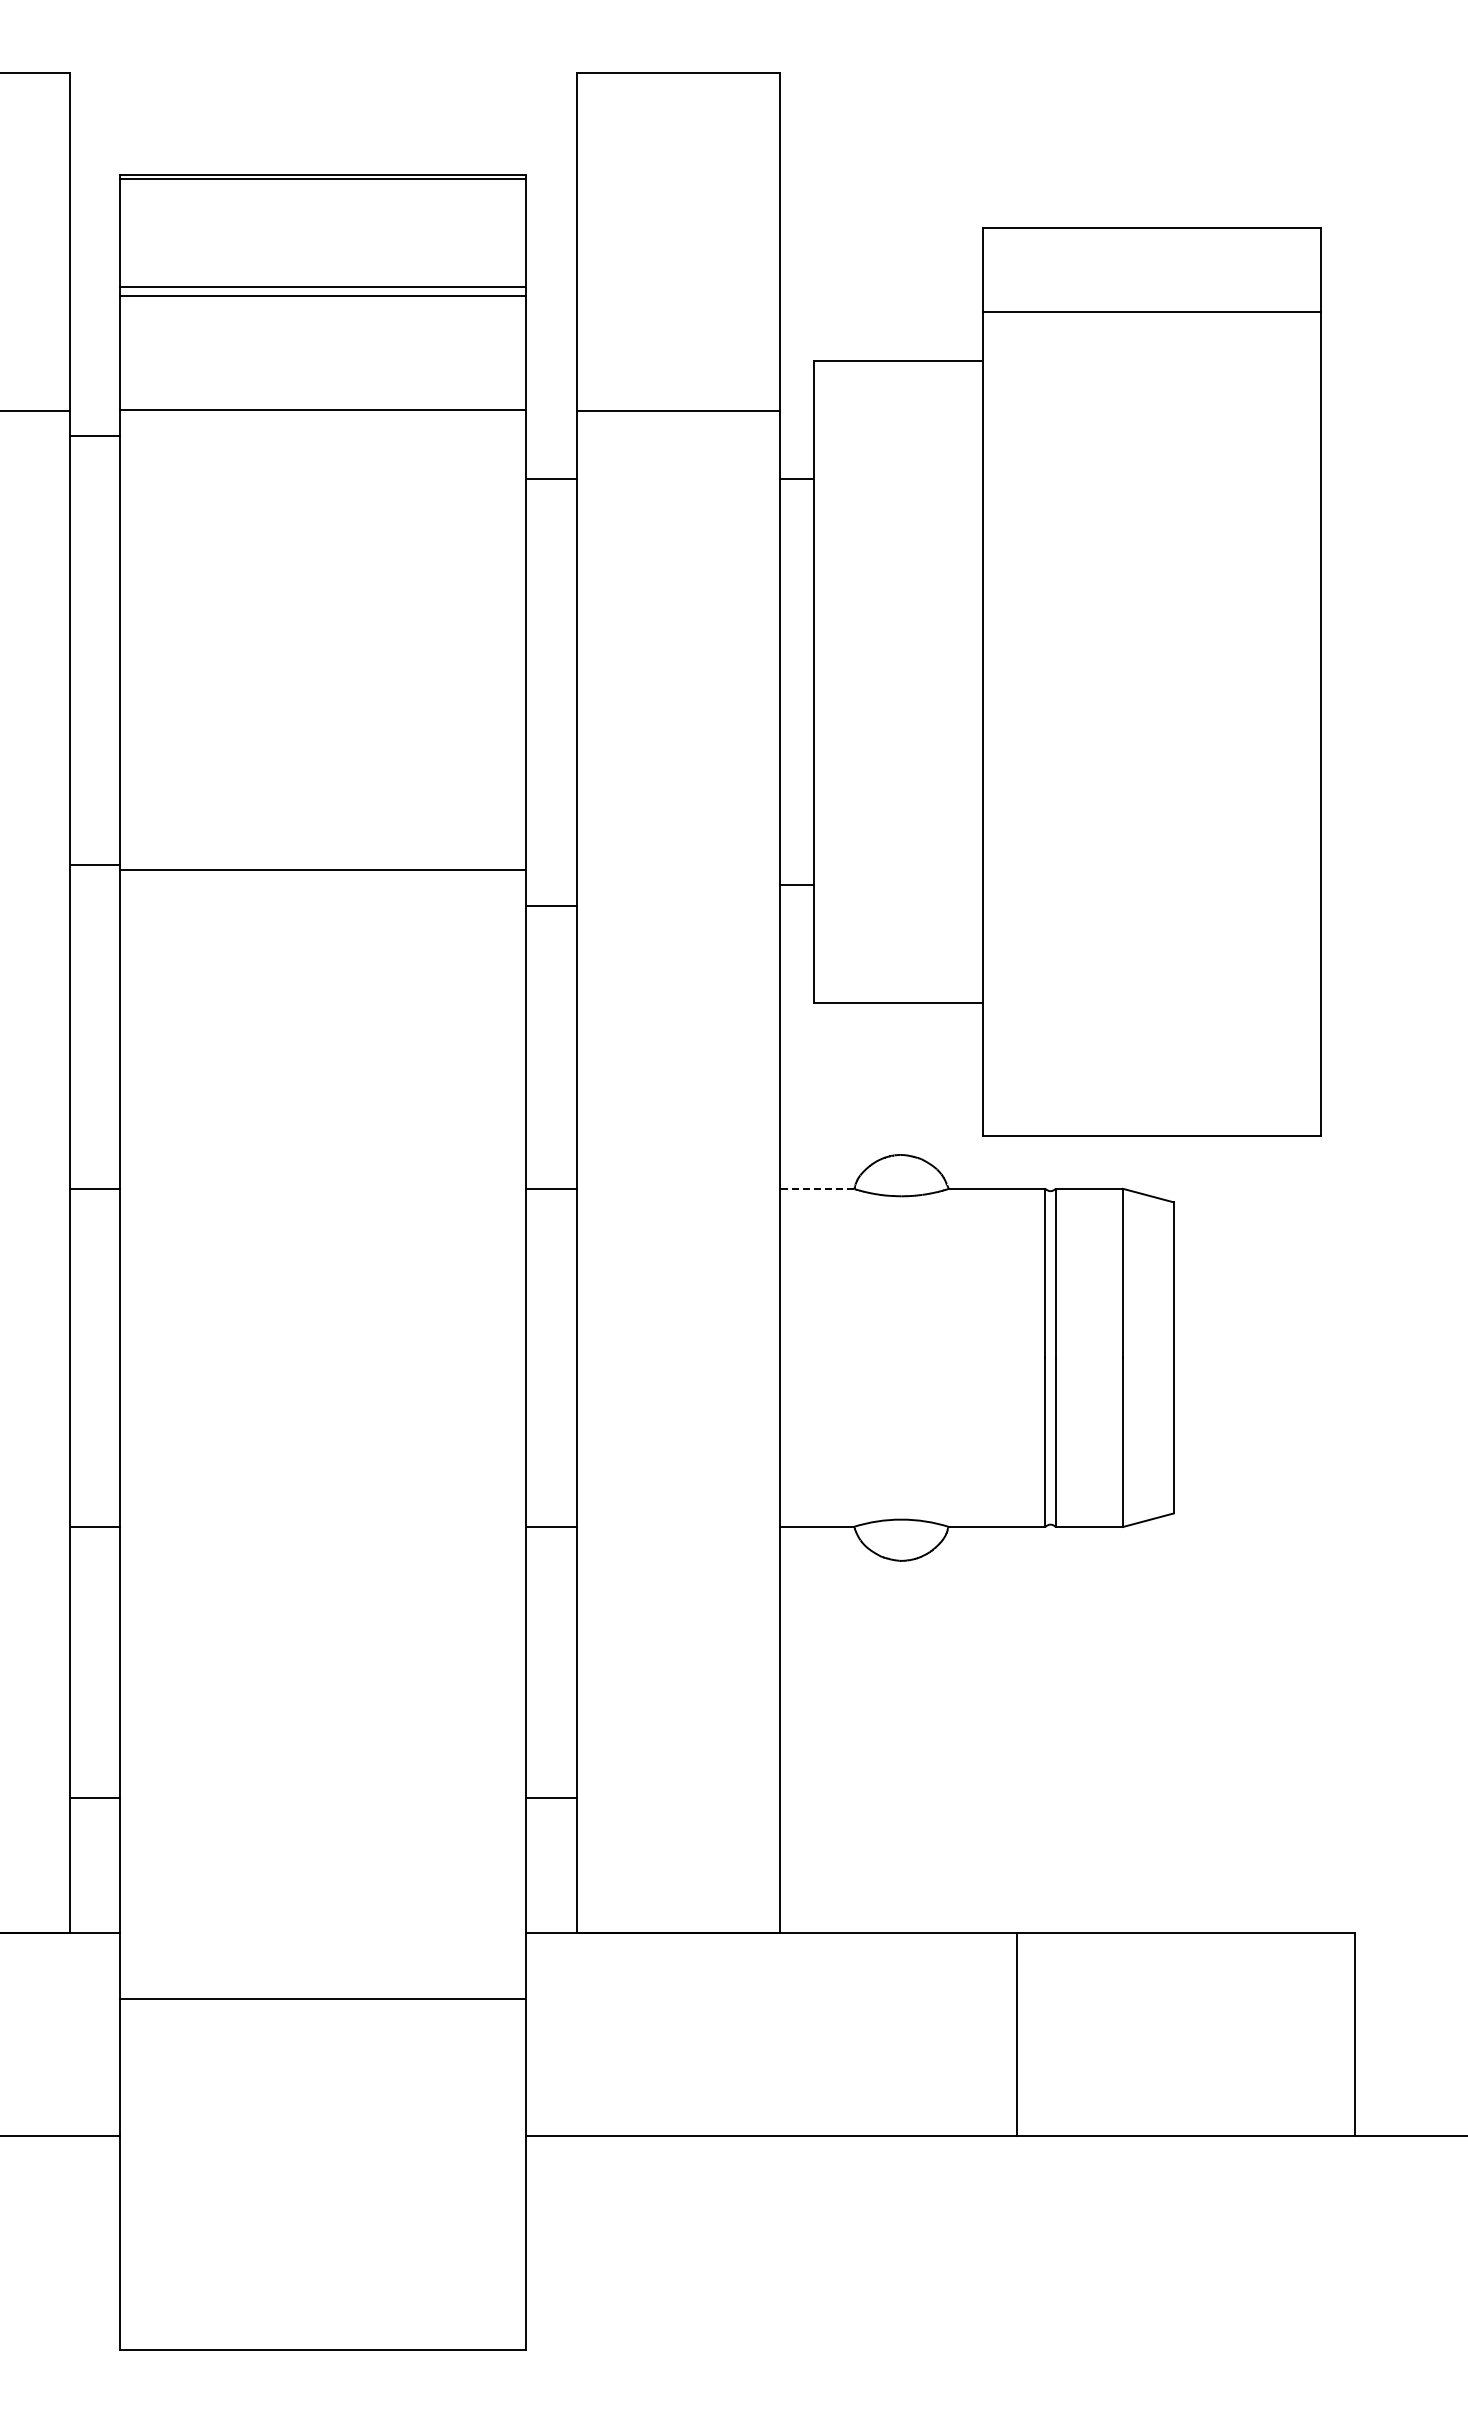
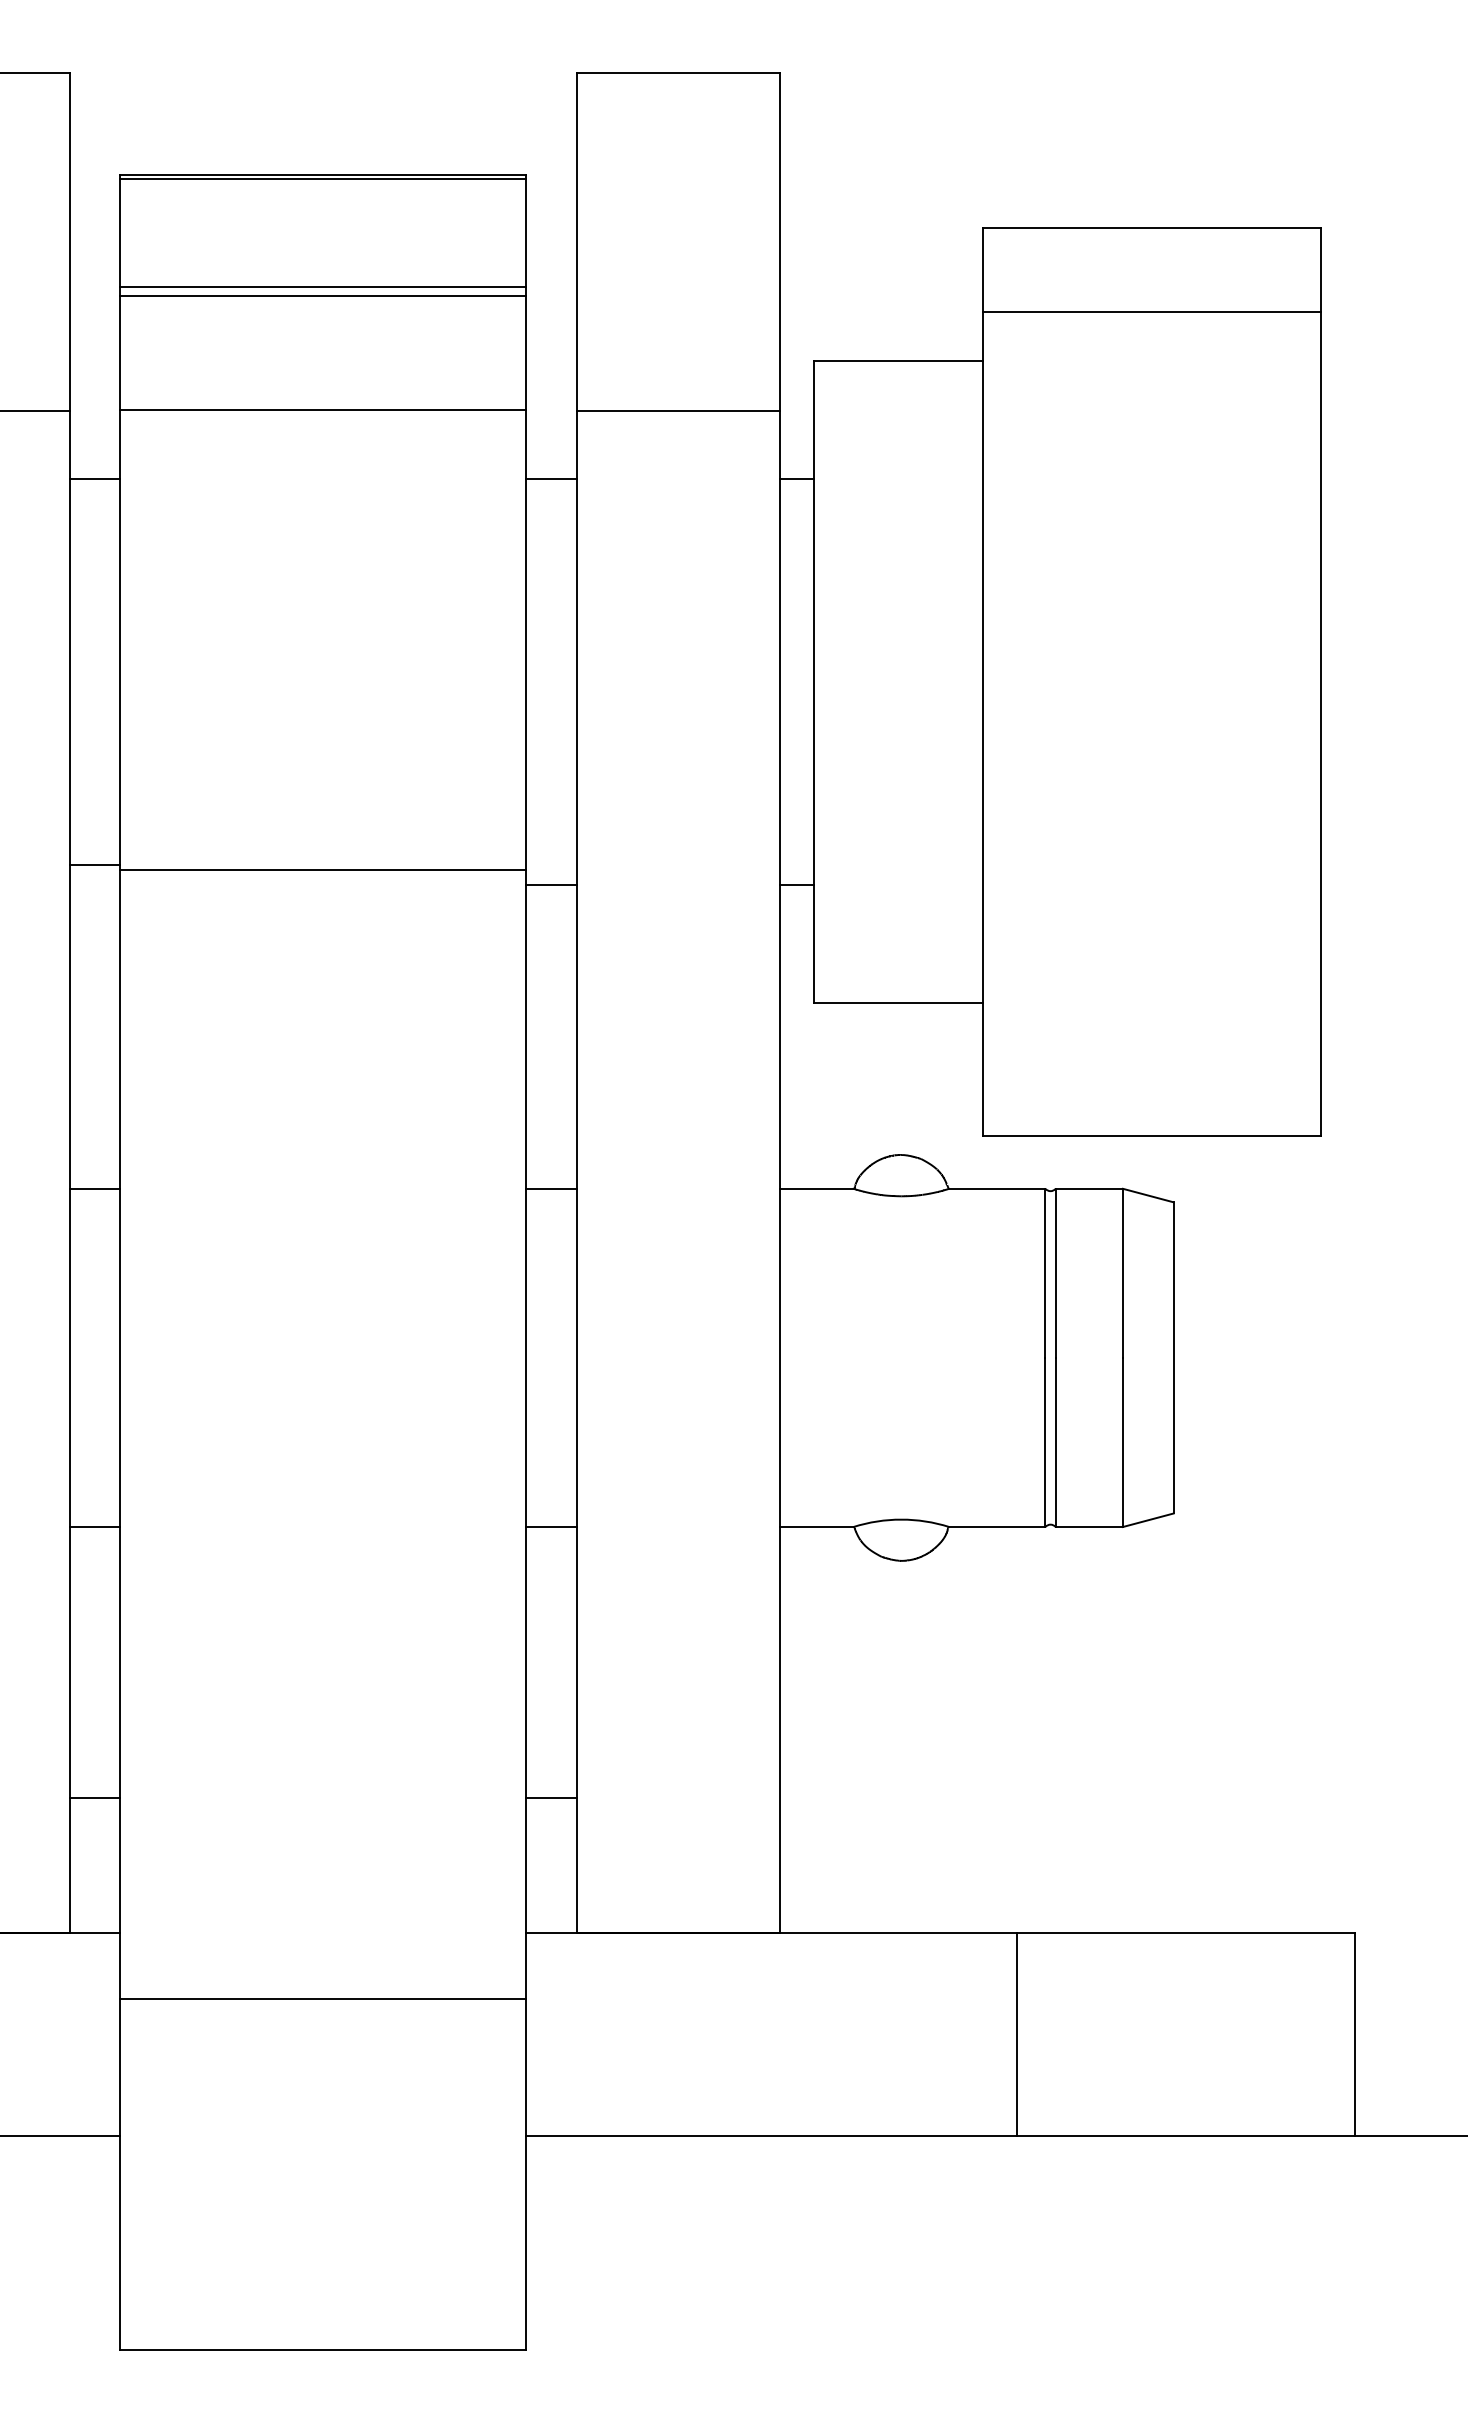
line at (94, 436) position: (94, 436) -> (94, 479)
line at (551, 905) position: (551, 905) -> (551, 884)
line at (816, 1188): dashed -> solid
